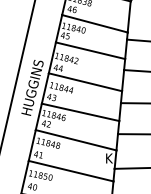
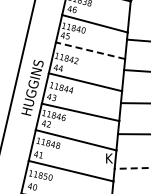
line at (90, 50): solid -> dashed
line at (132, 168): solid -> dashed
